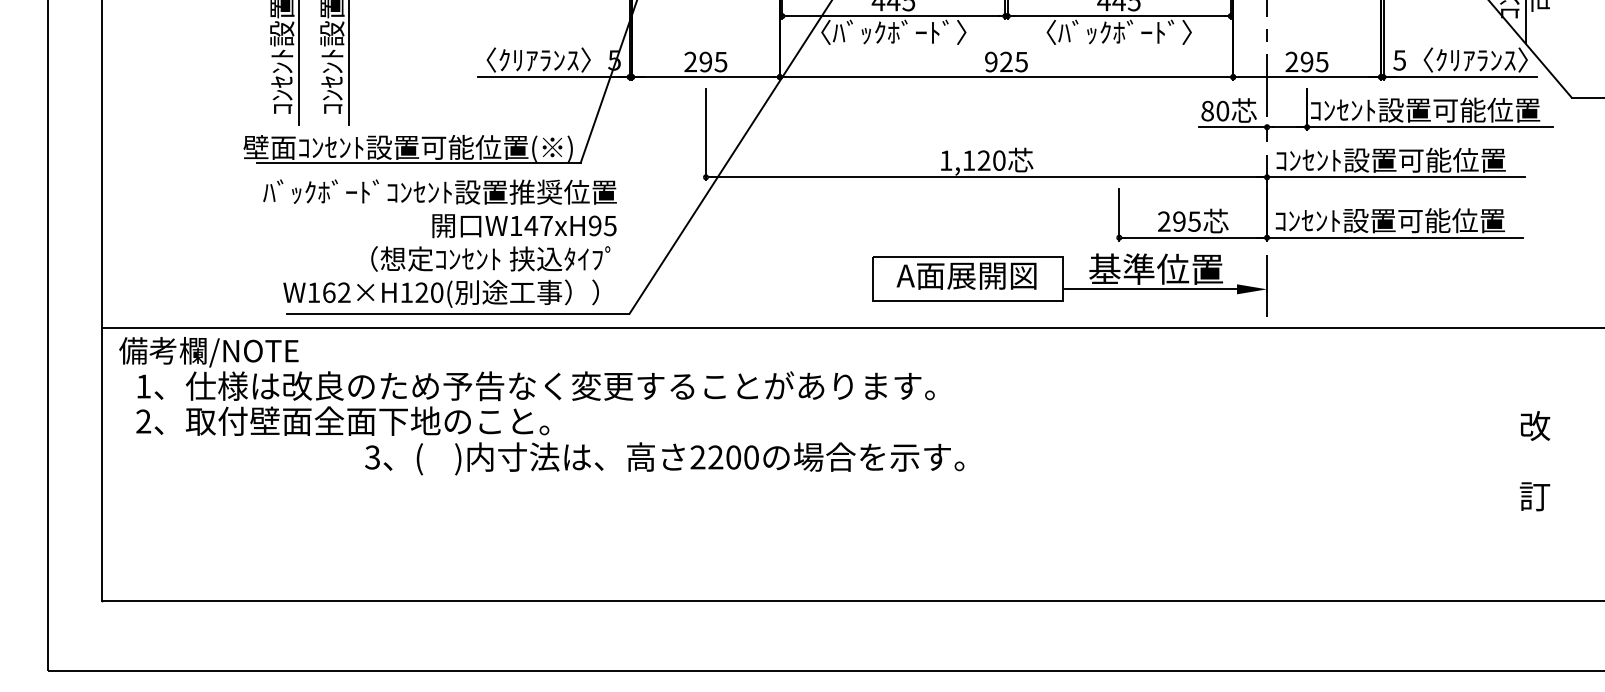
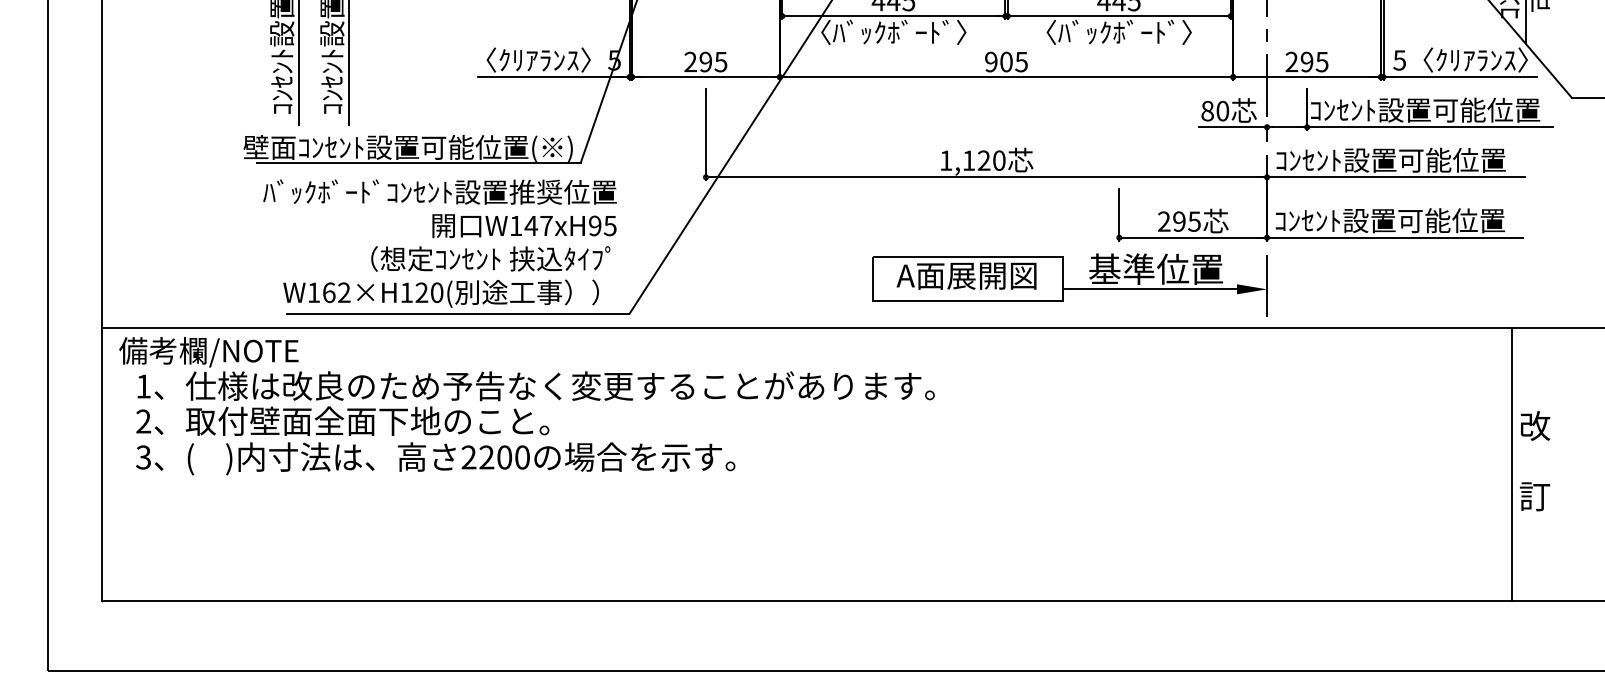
text at (1006, 61): 925 -> 905
text at (664, 458) position: (664, 458) -> (435, 458)
line at (1511, 464): none -> present
